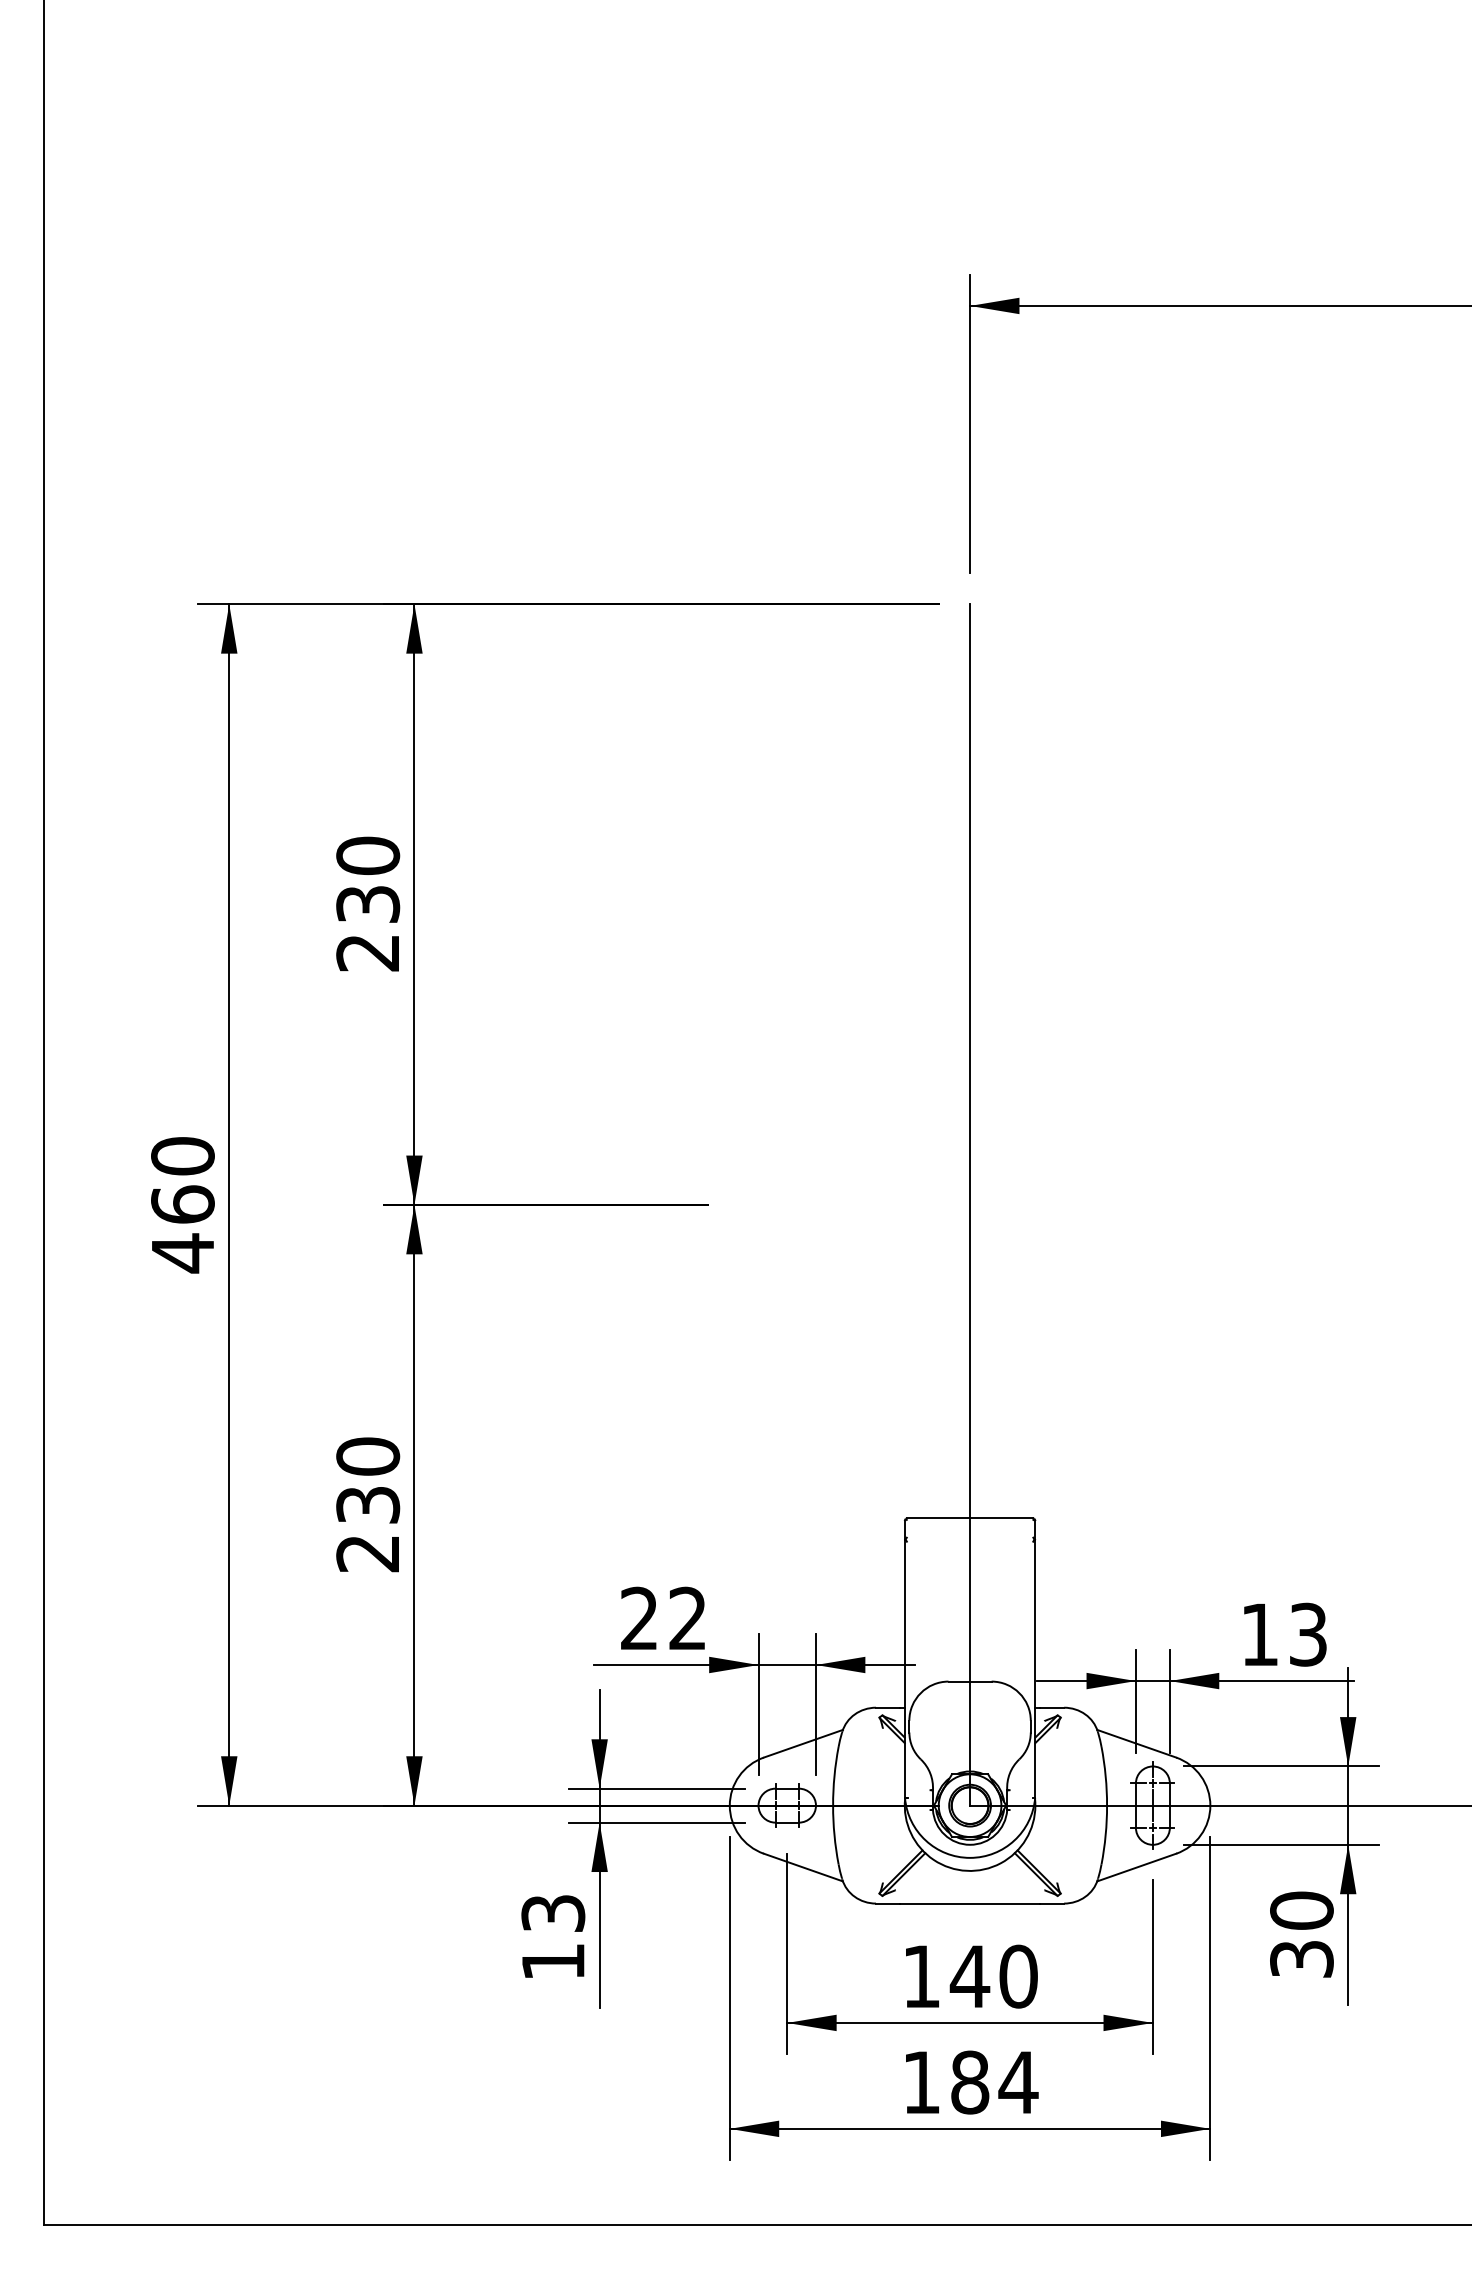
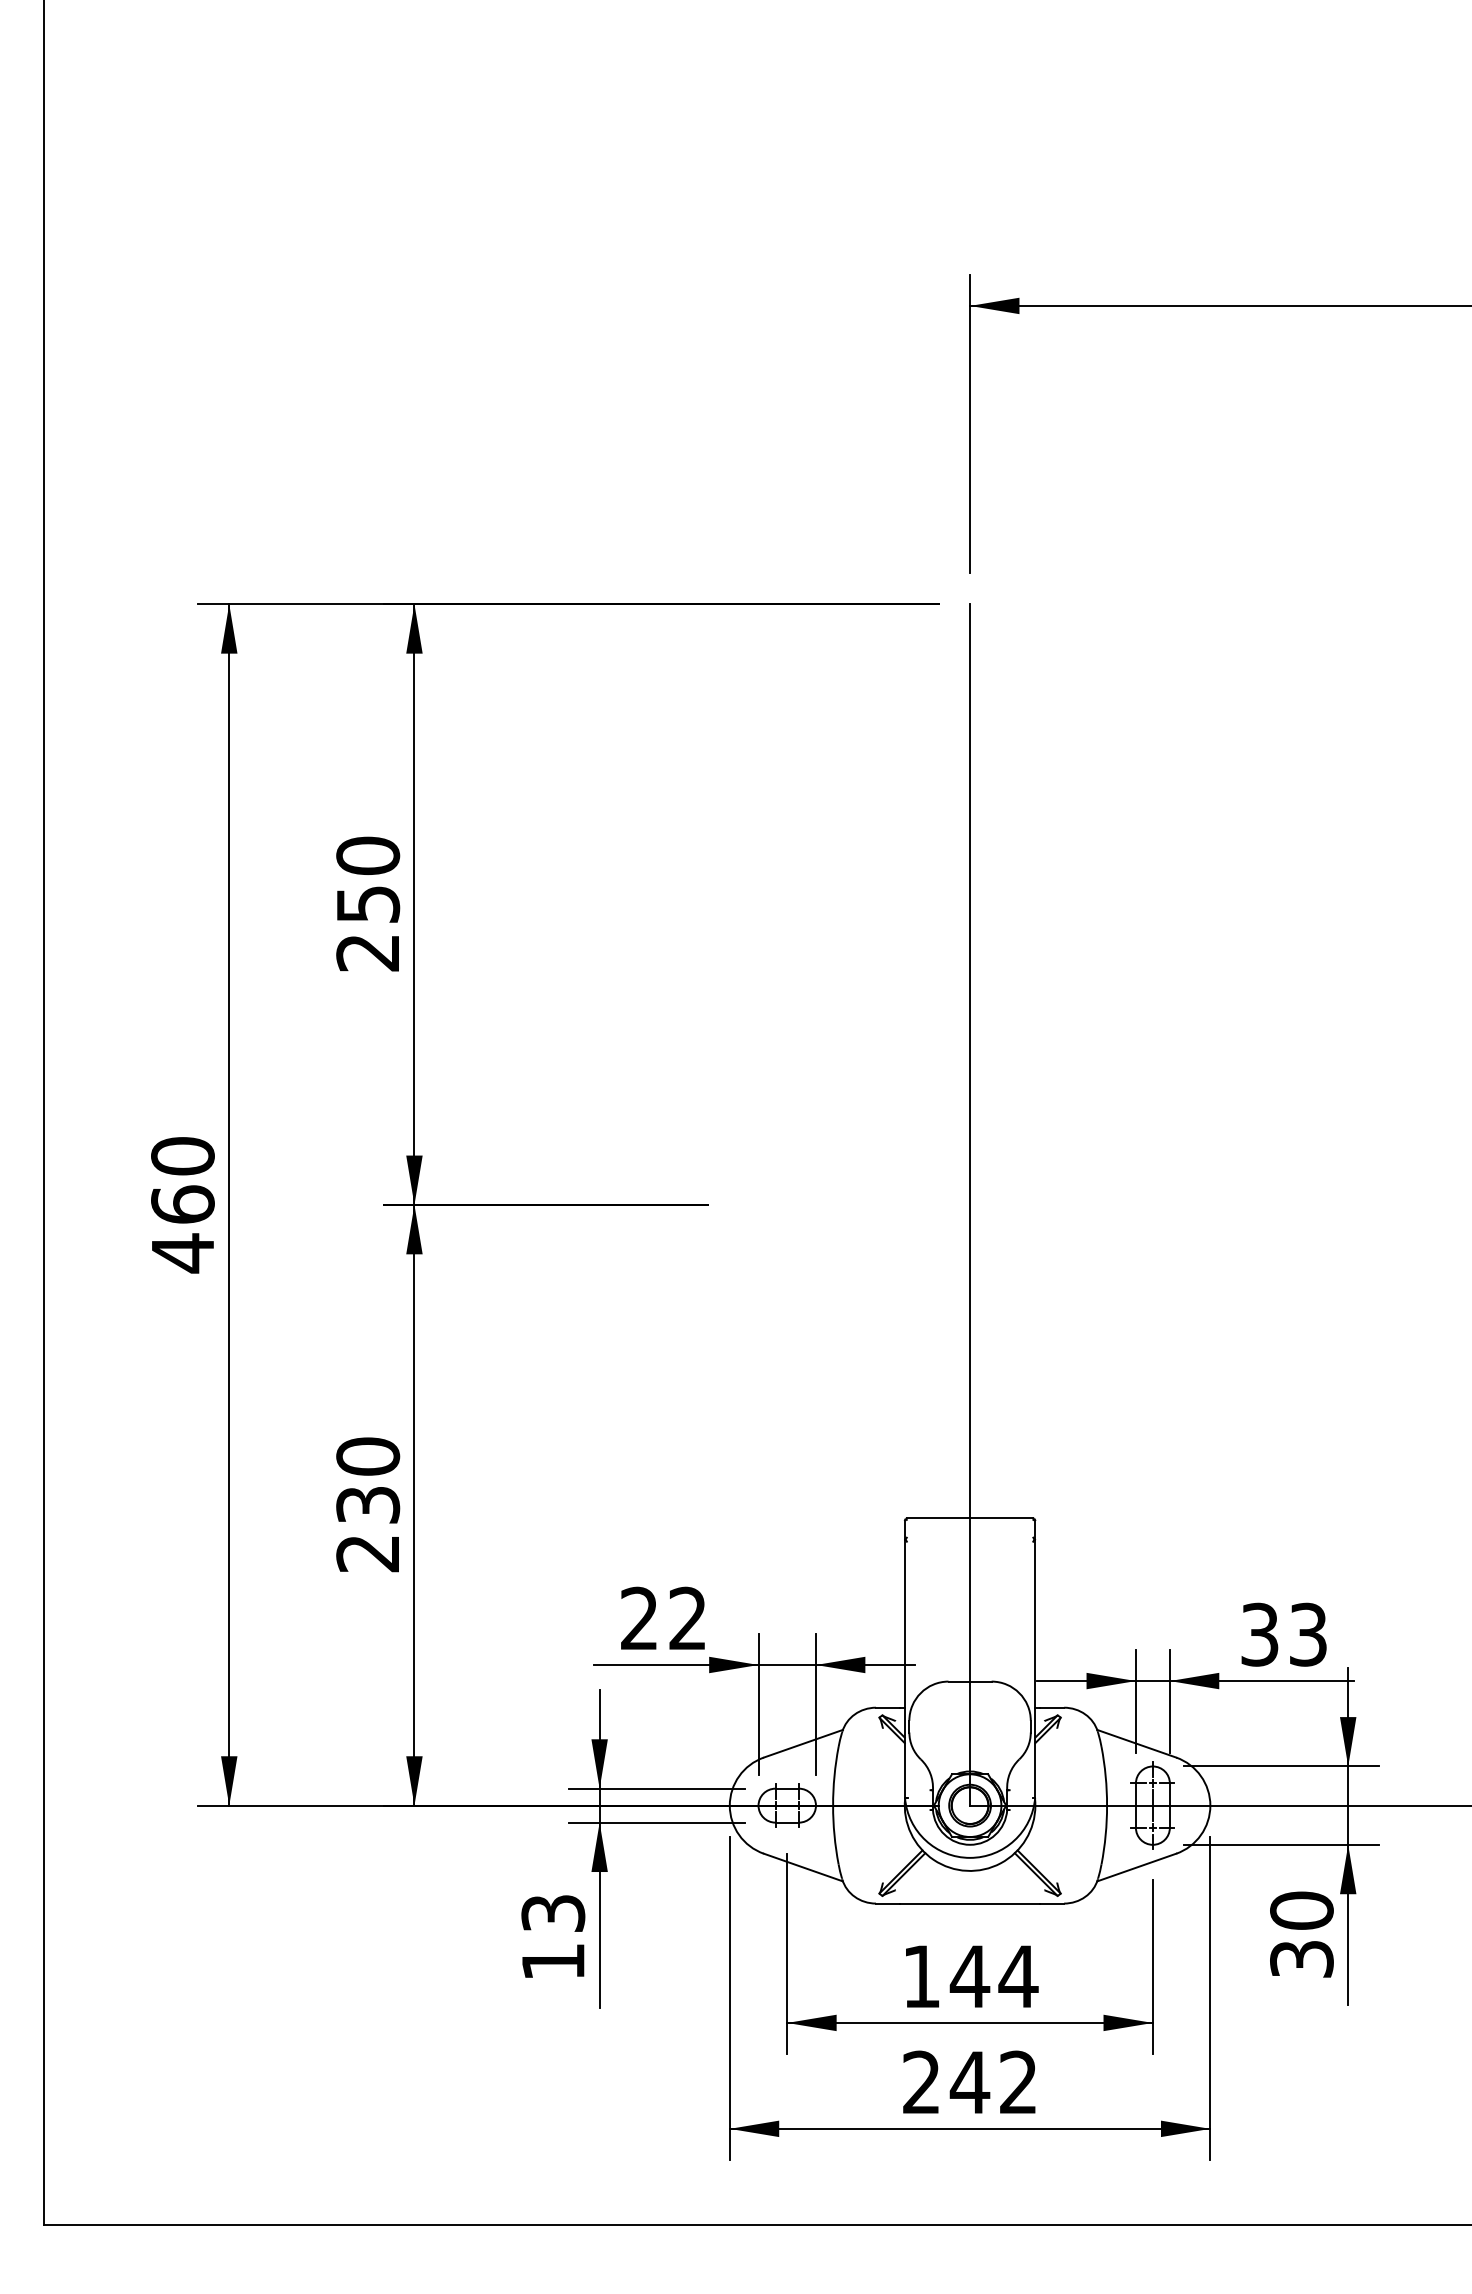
text at (367, 904): 230 -> 250
text at (1259, 1634): 13 -> 33
text at (1018, 1976): 140 -> 144
text at (970, 2082): 184 -> 242
